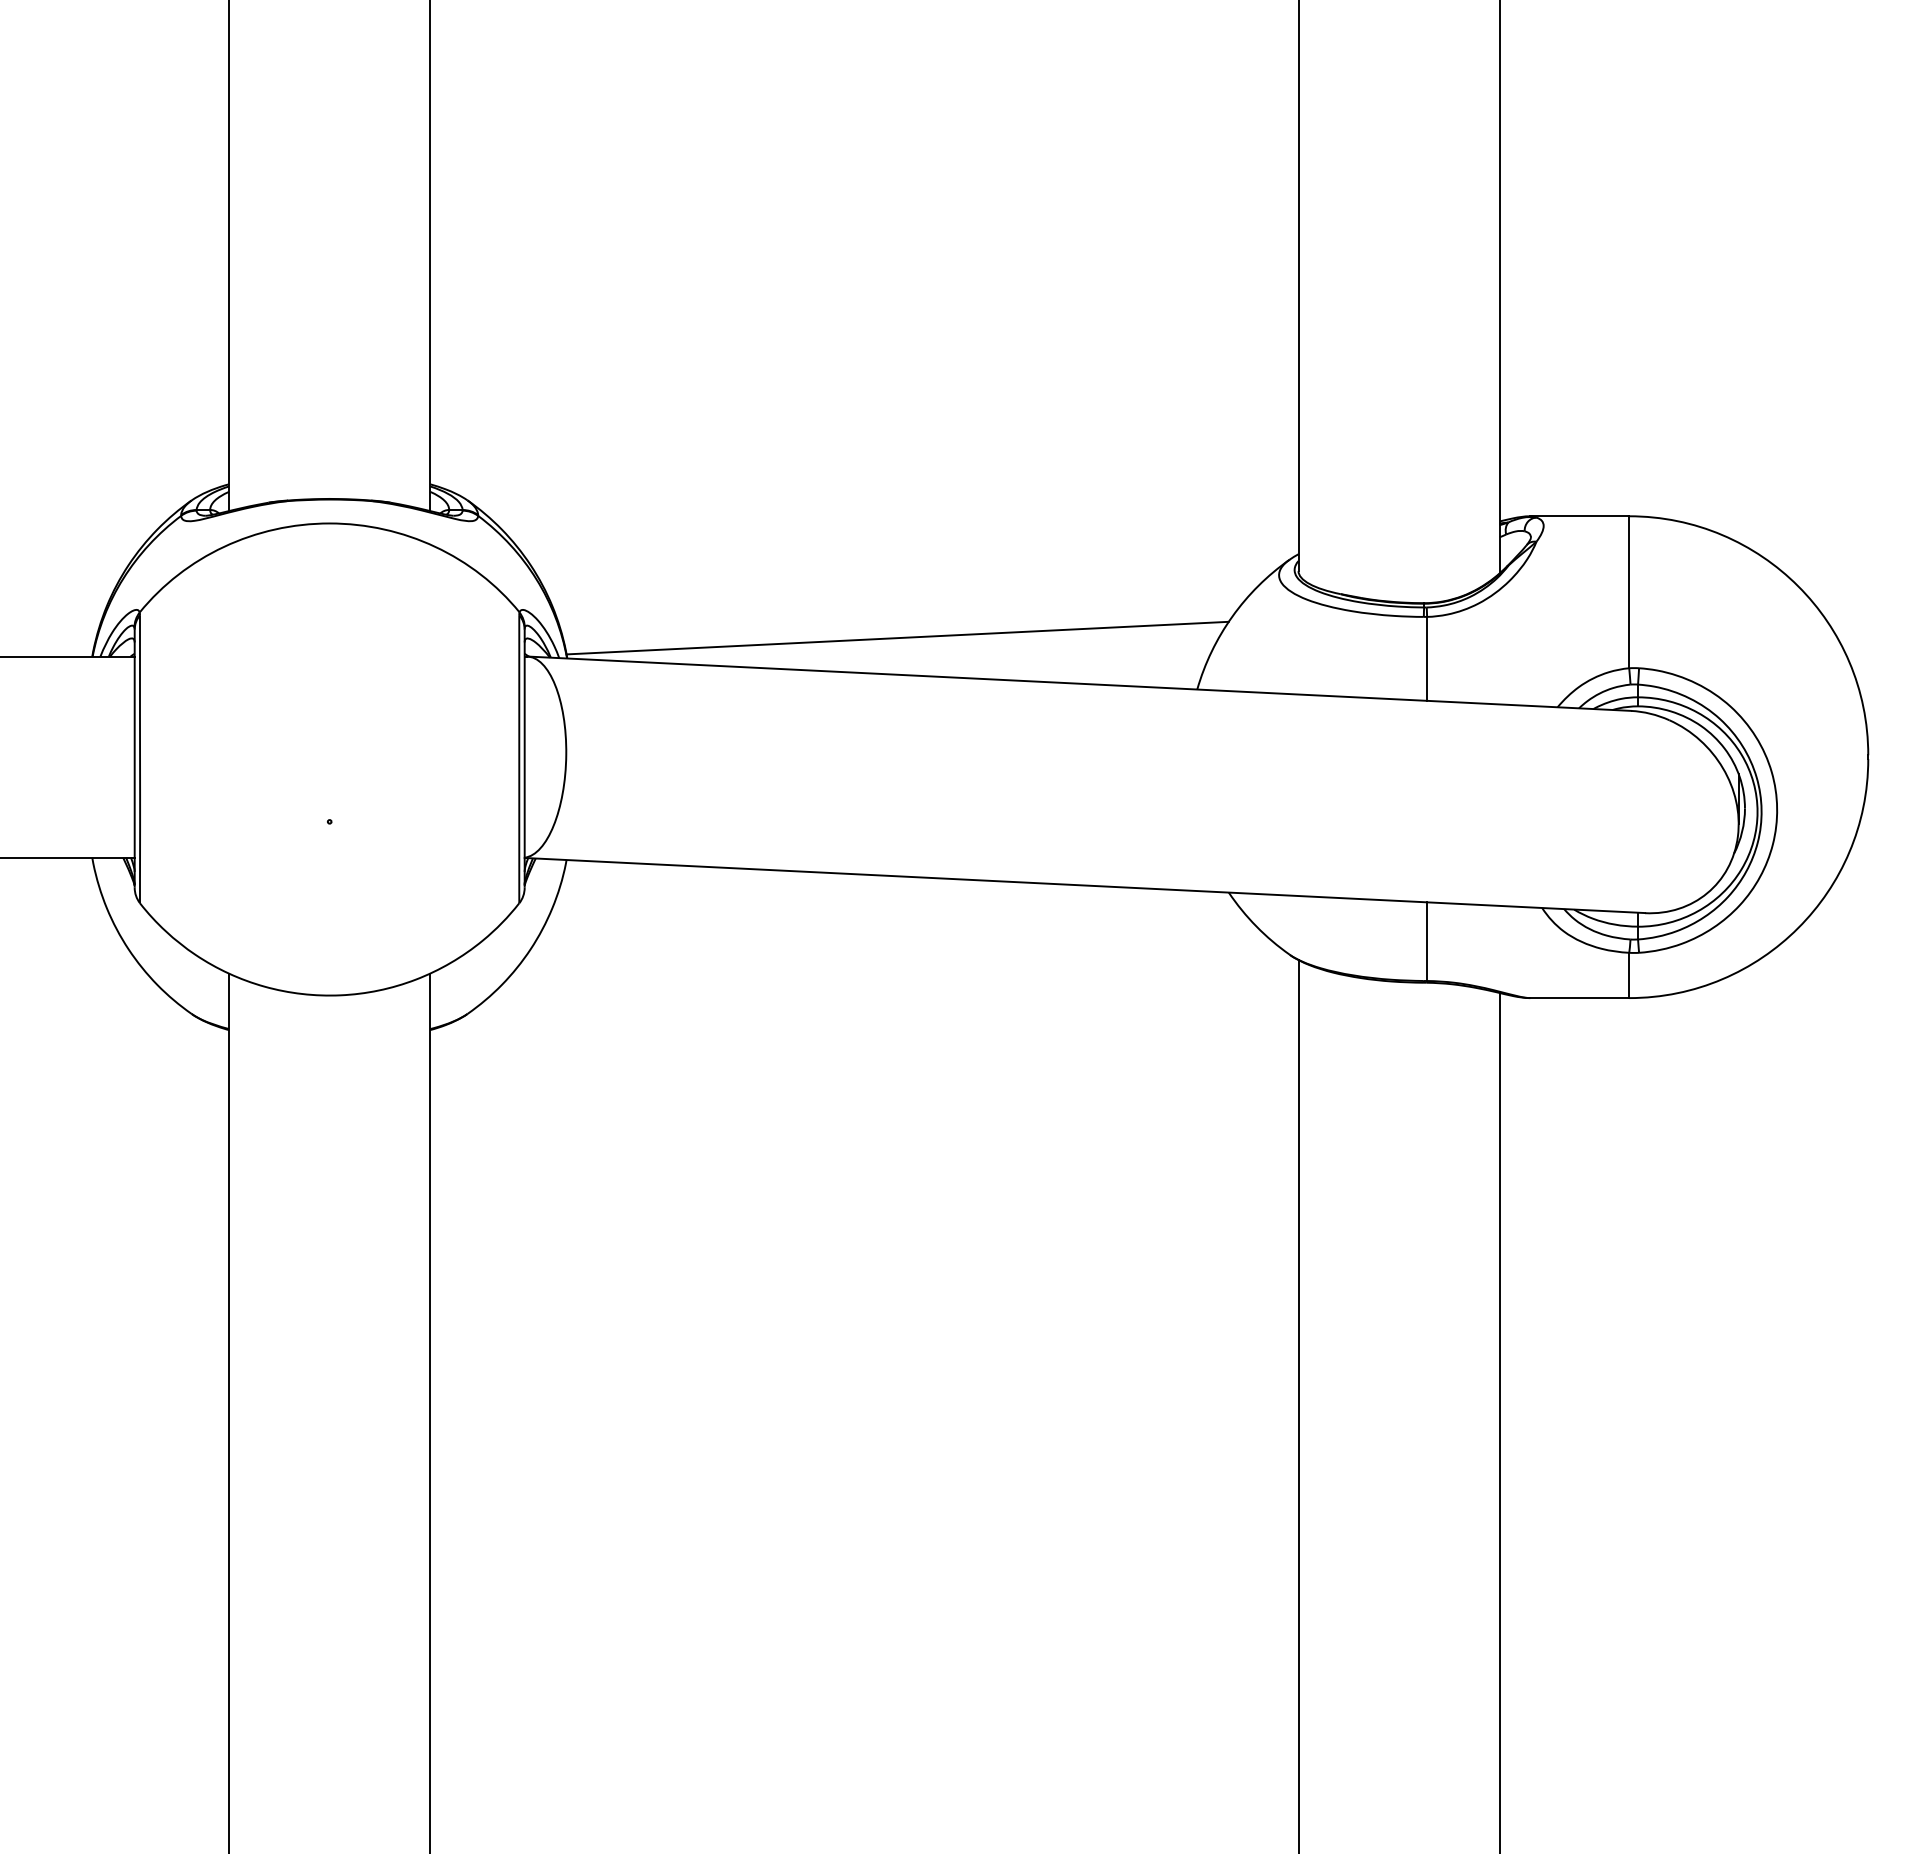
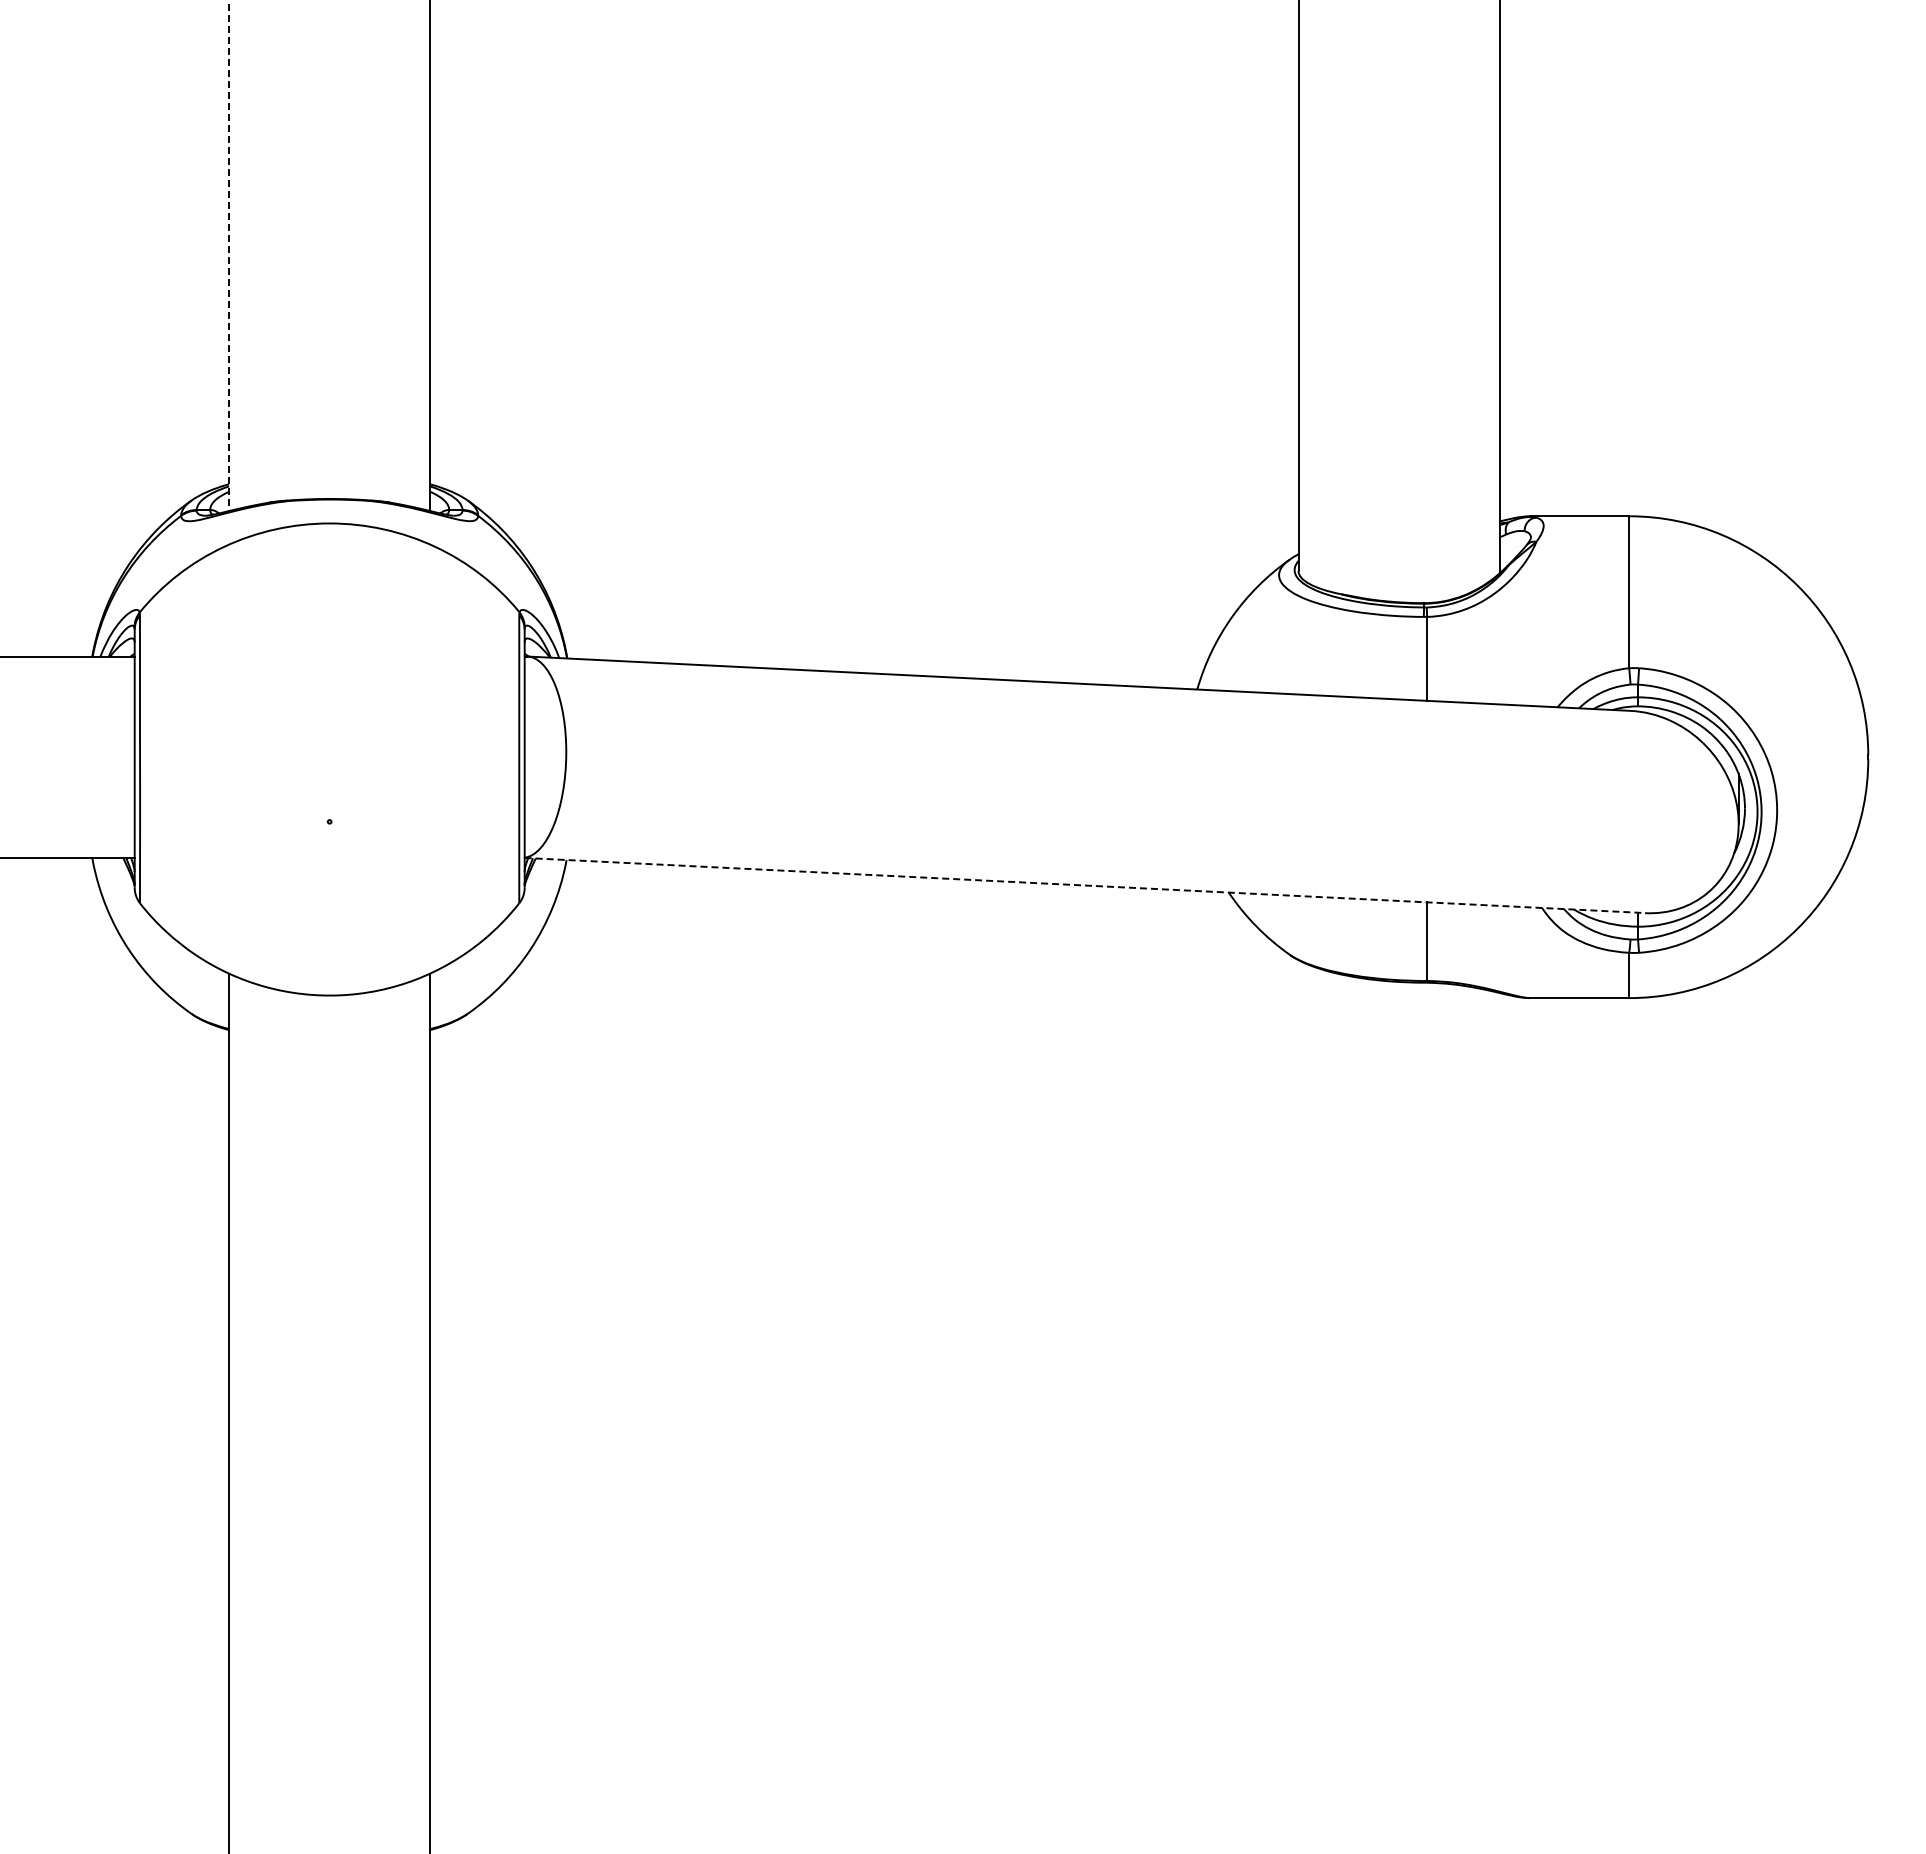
line at (229, 256): solid -> dashed
line at (897, 637): present -> none
line at (1084, 885): solid -> dashed
line at (1298, 1405): present -> none
line at (1499, 1421): present -> none
